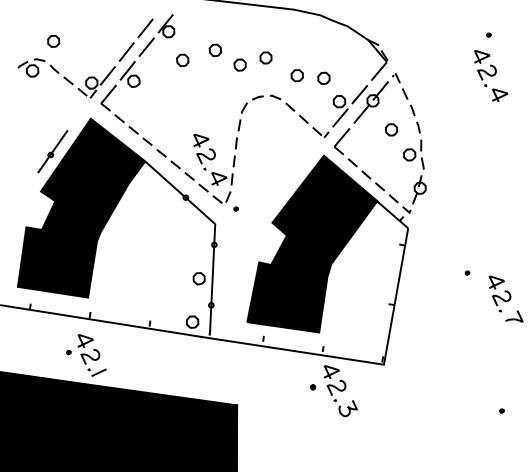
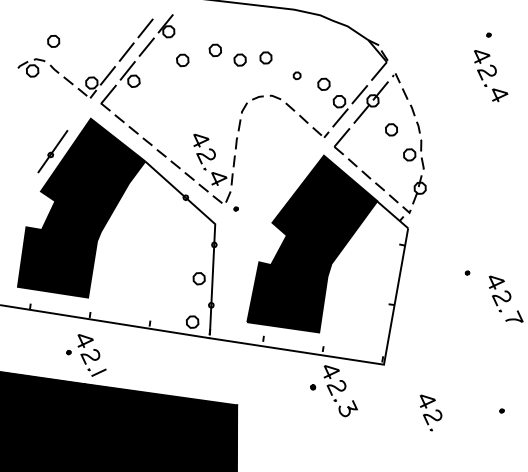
part at (239, 64) position: (239, 64) -> (239, 59)
part at (296, 75) size: 14x14 px -> 10x10 px
part at (323, 77) position: (323, 77) -> (323, 83)
part at (430, 412): none -> present
